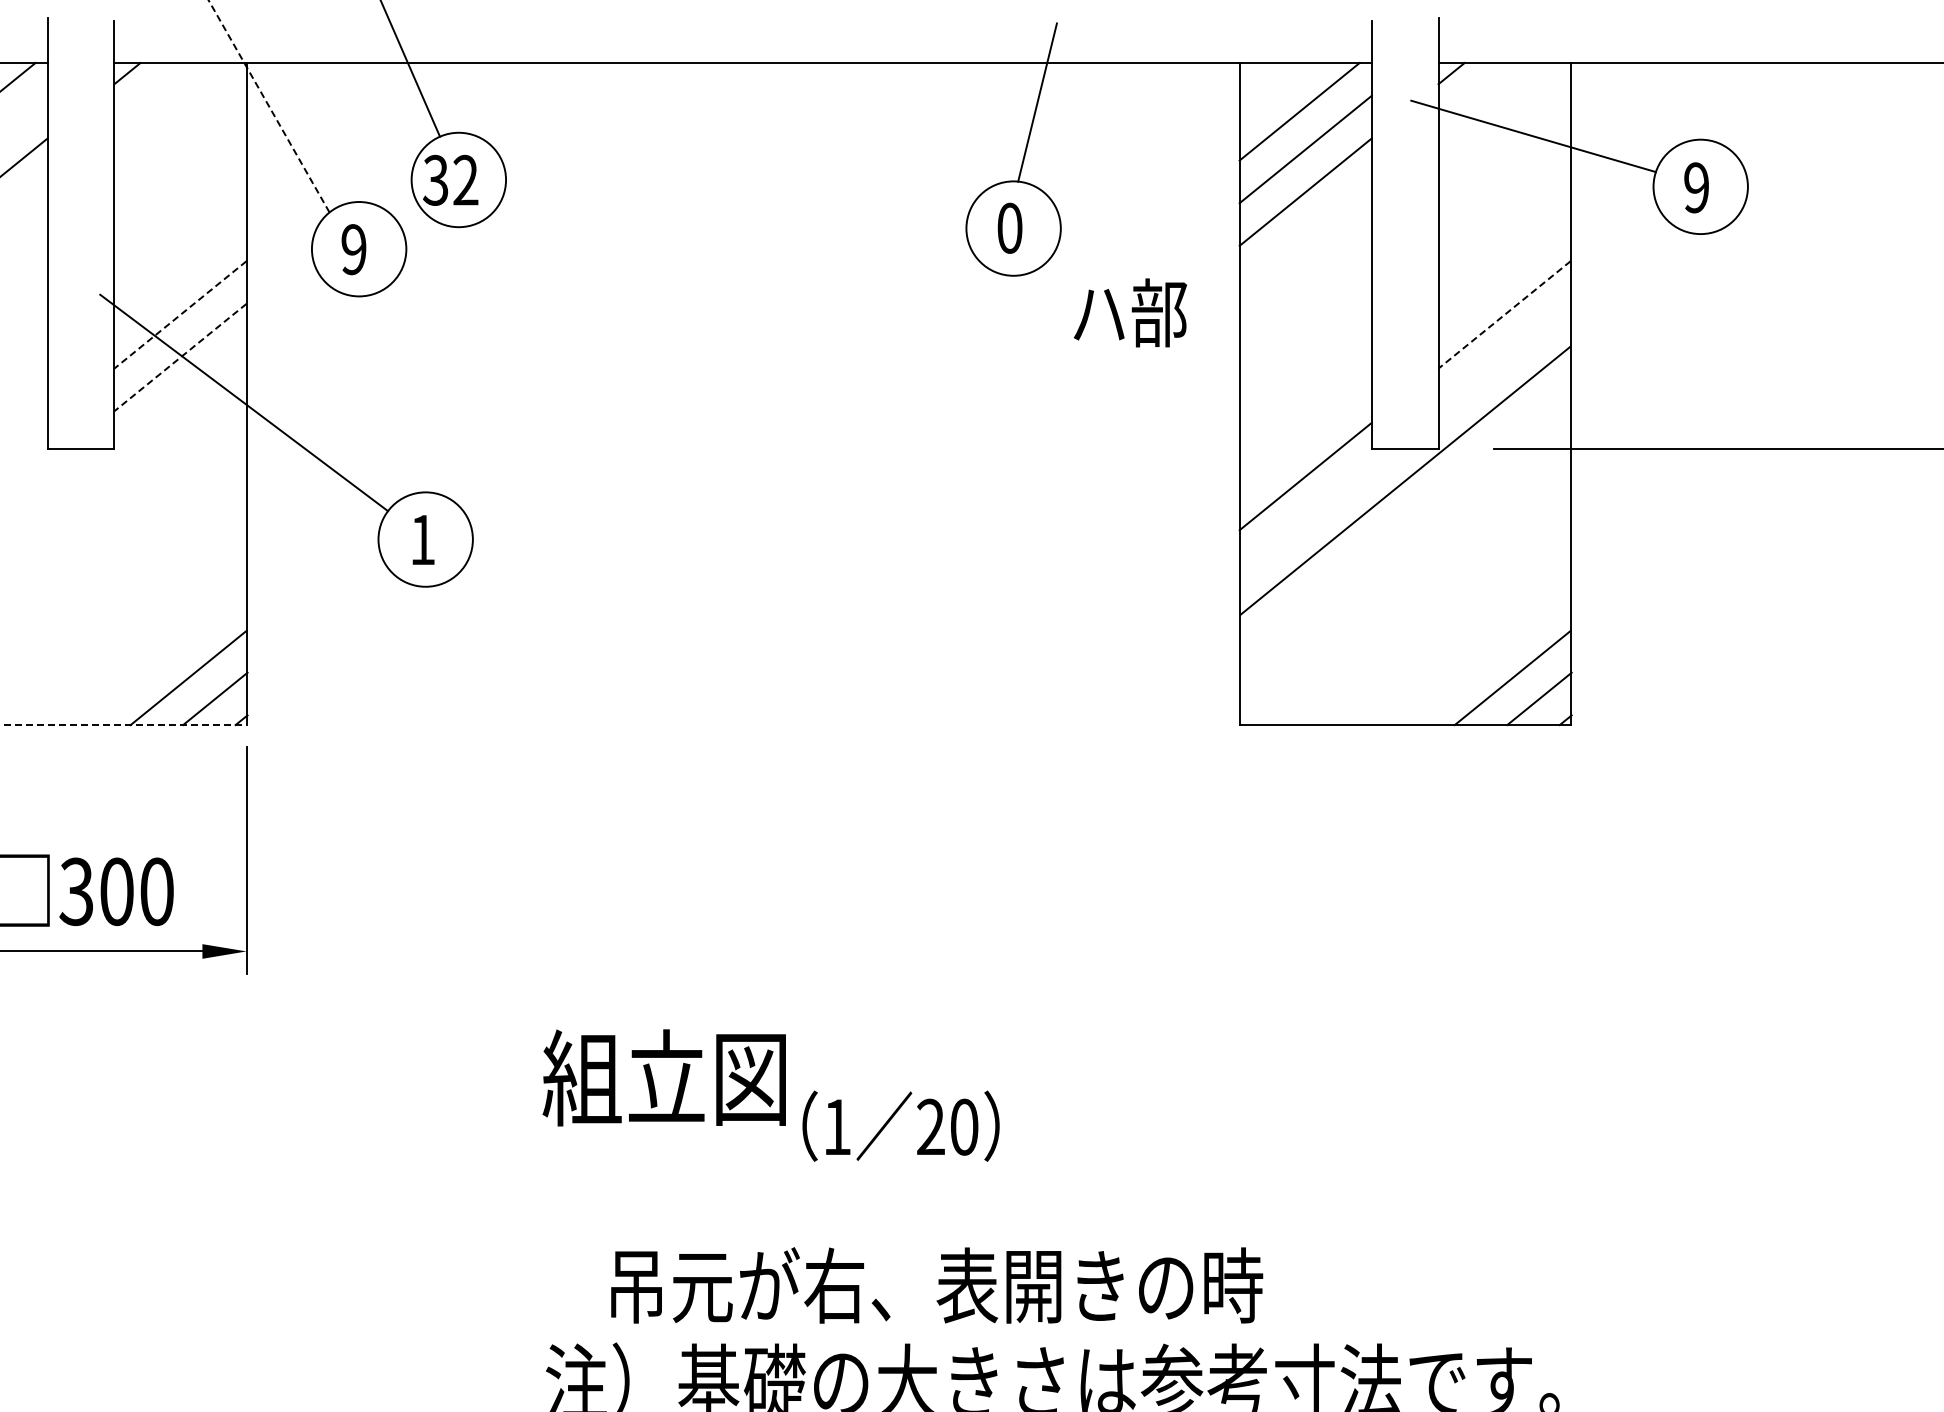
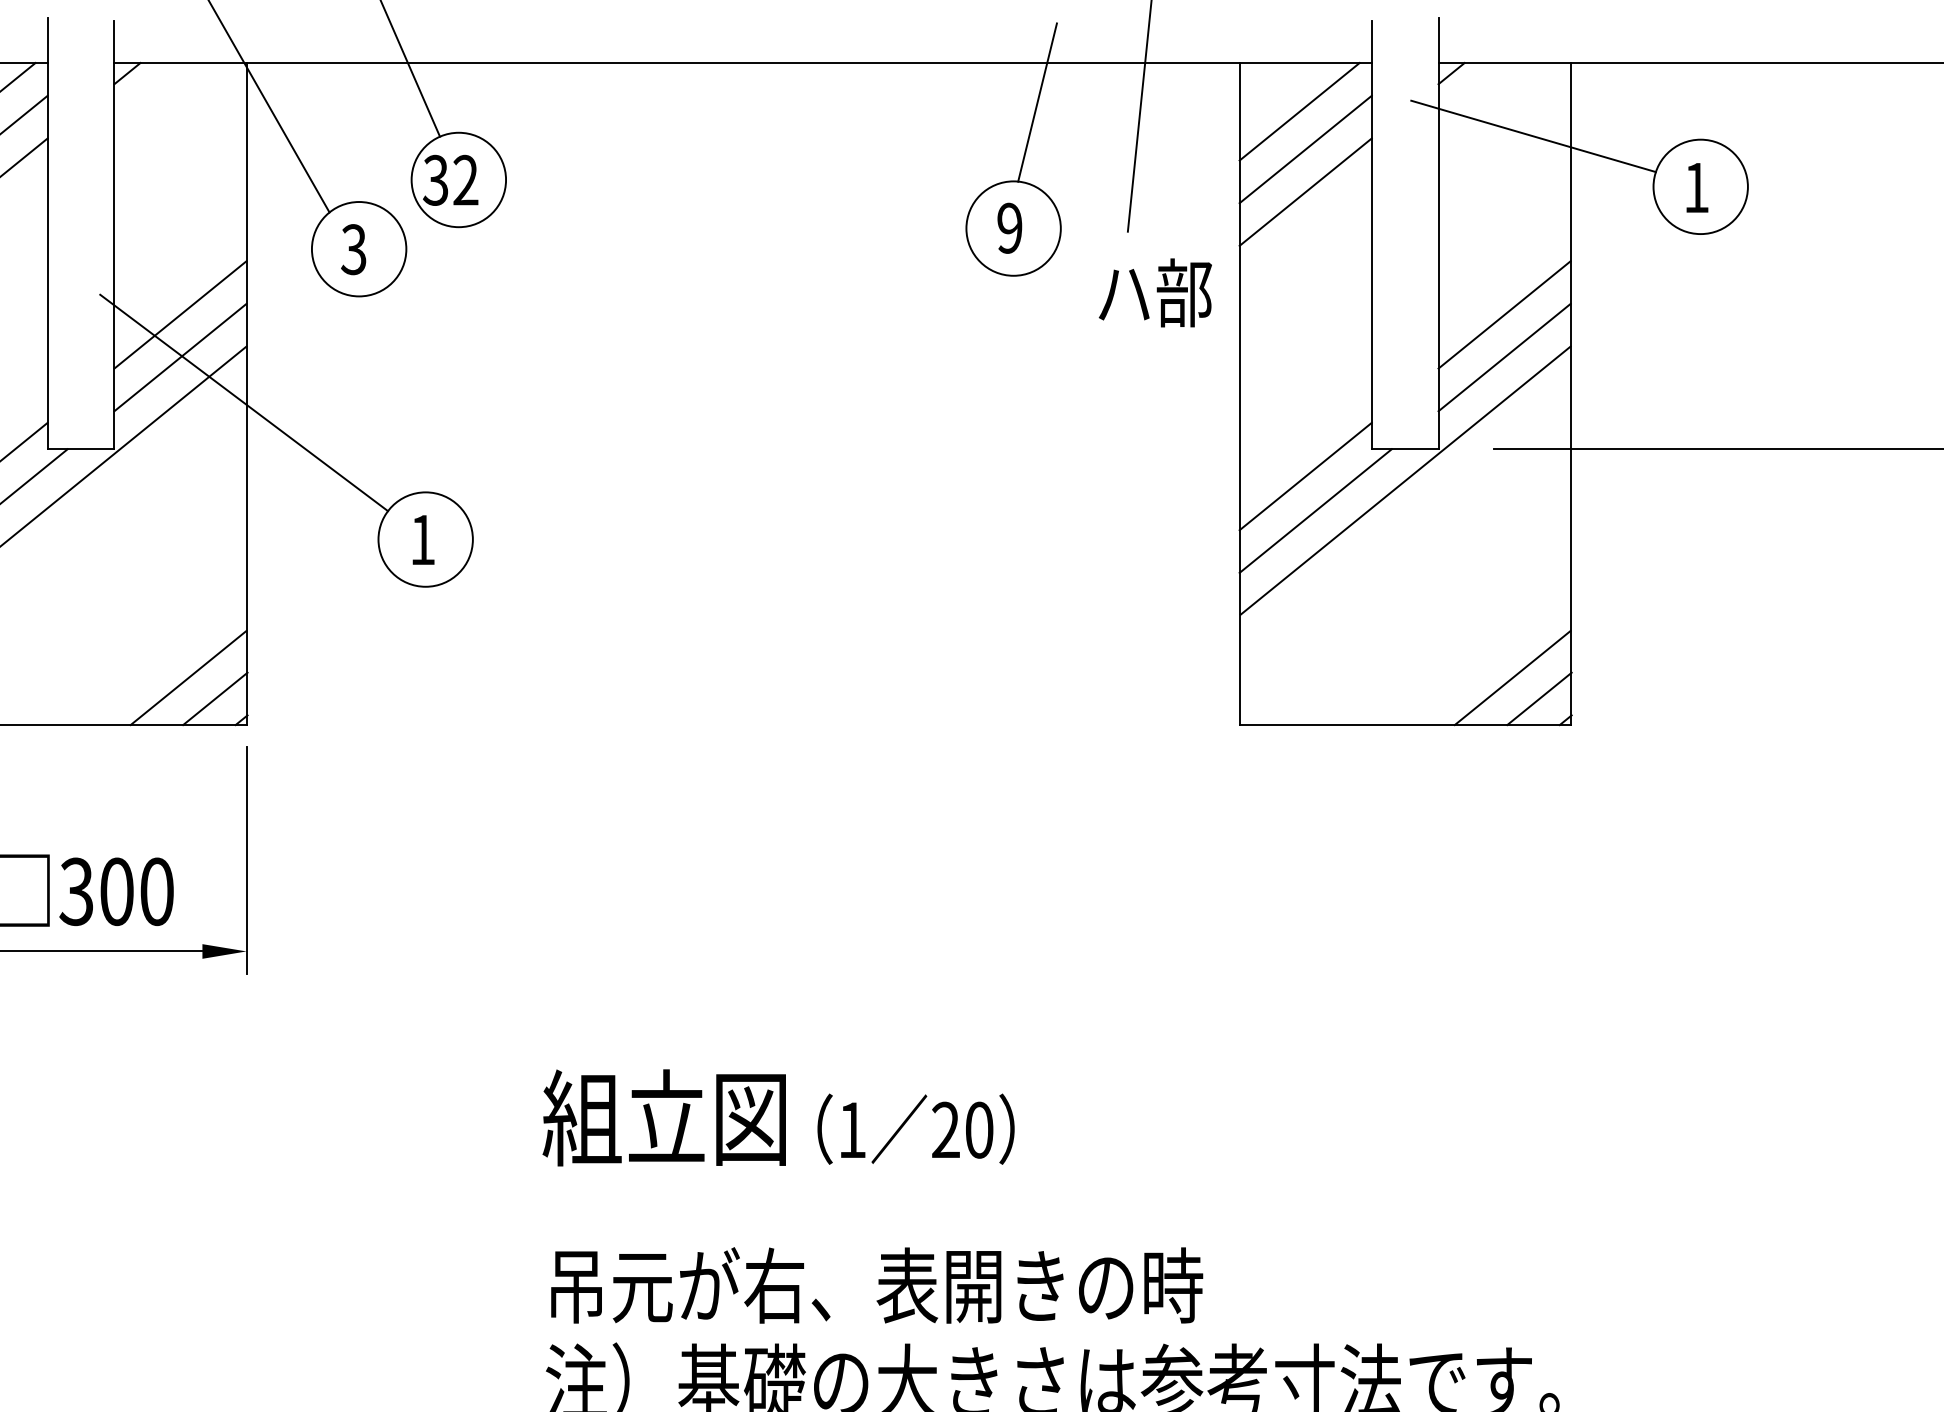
line at (269, 106): dashed -> solid
line at (24, 113): none -> present
line at (1139, 116): none -> present
text at (1696, 187): 9 -> 1
text at (1009, 227): 0 -> 9
text at (353, 249): 9 -> 3
text at (1129, 312) position: (1129, 312) -> (1154, 292)
line at (180, 315): dashed -> solid
line at (1504, 315): dashed -> solid
line at (180, 357): dashed -> solid
line at (1504, 357): none -> present
line at (24, 440): none -> present
line at (124, 445): none -> present
line at (34, 475): none -> present
line at (1315, 510): none -> present
line at (123, 725): dashed -> solid
text at (663, 1077) position: (663, 1077) -> (663, 1117)
text at (900, 1125) position: (900, 1125) -> (915, 1128)
text at (937, 1285) position: (937, 1285) -> (877, 1285)
